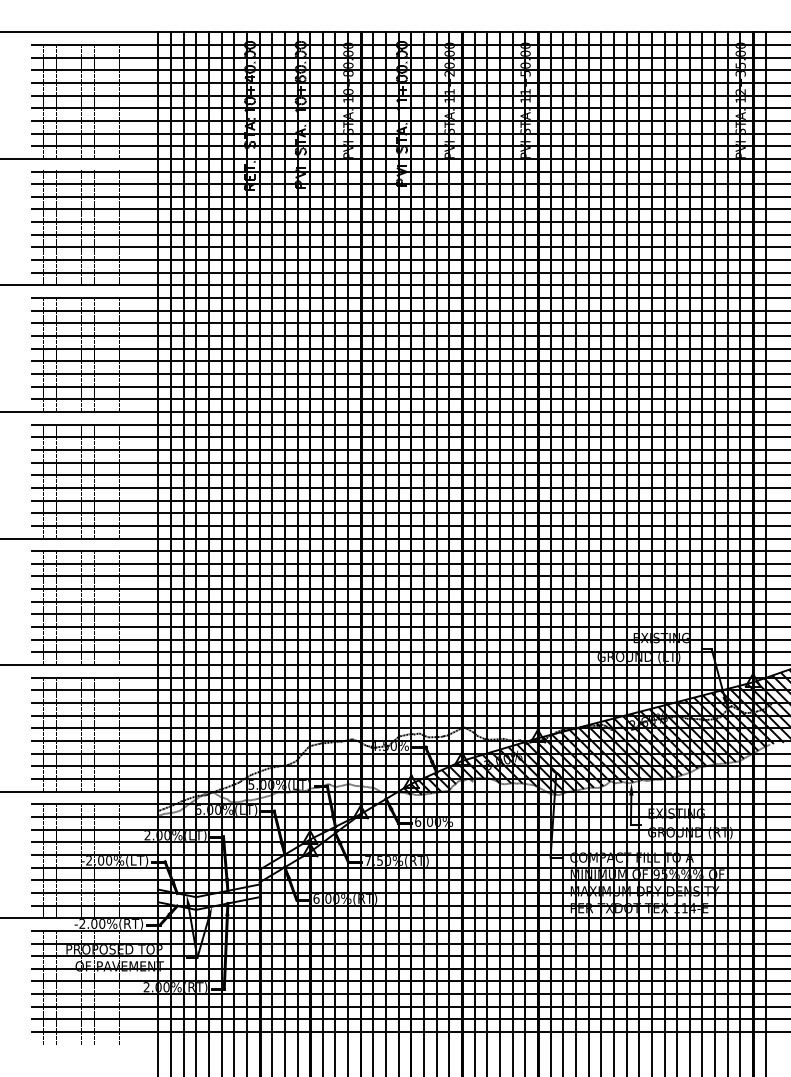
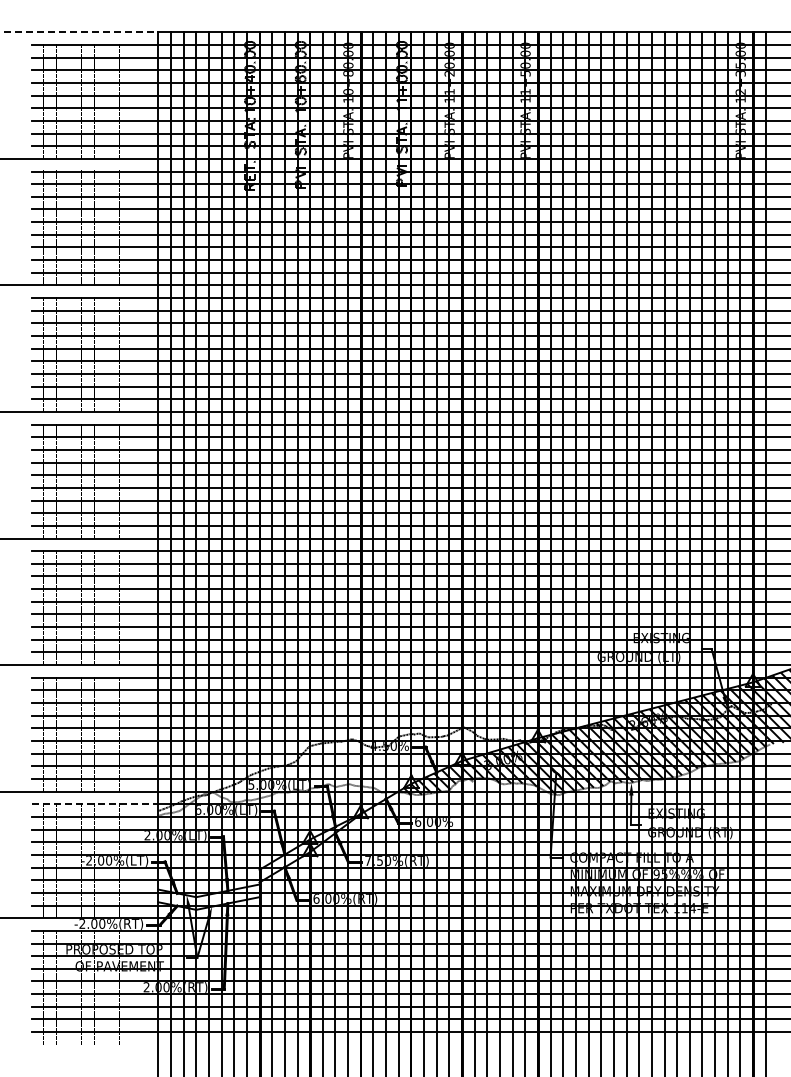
line at (79, 32): solid -> dashed
line at (95, 804): solid -> dashed
